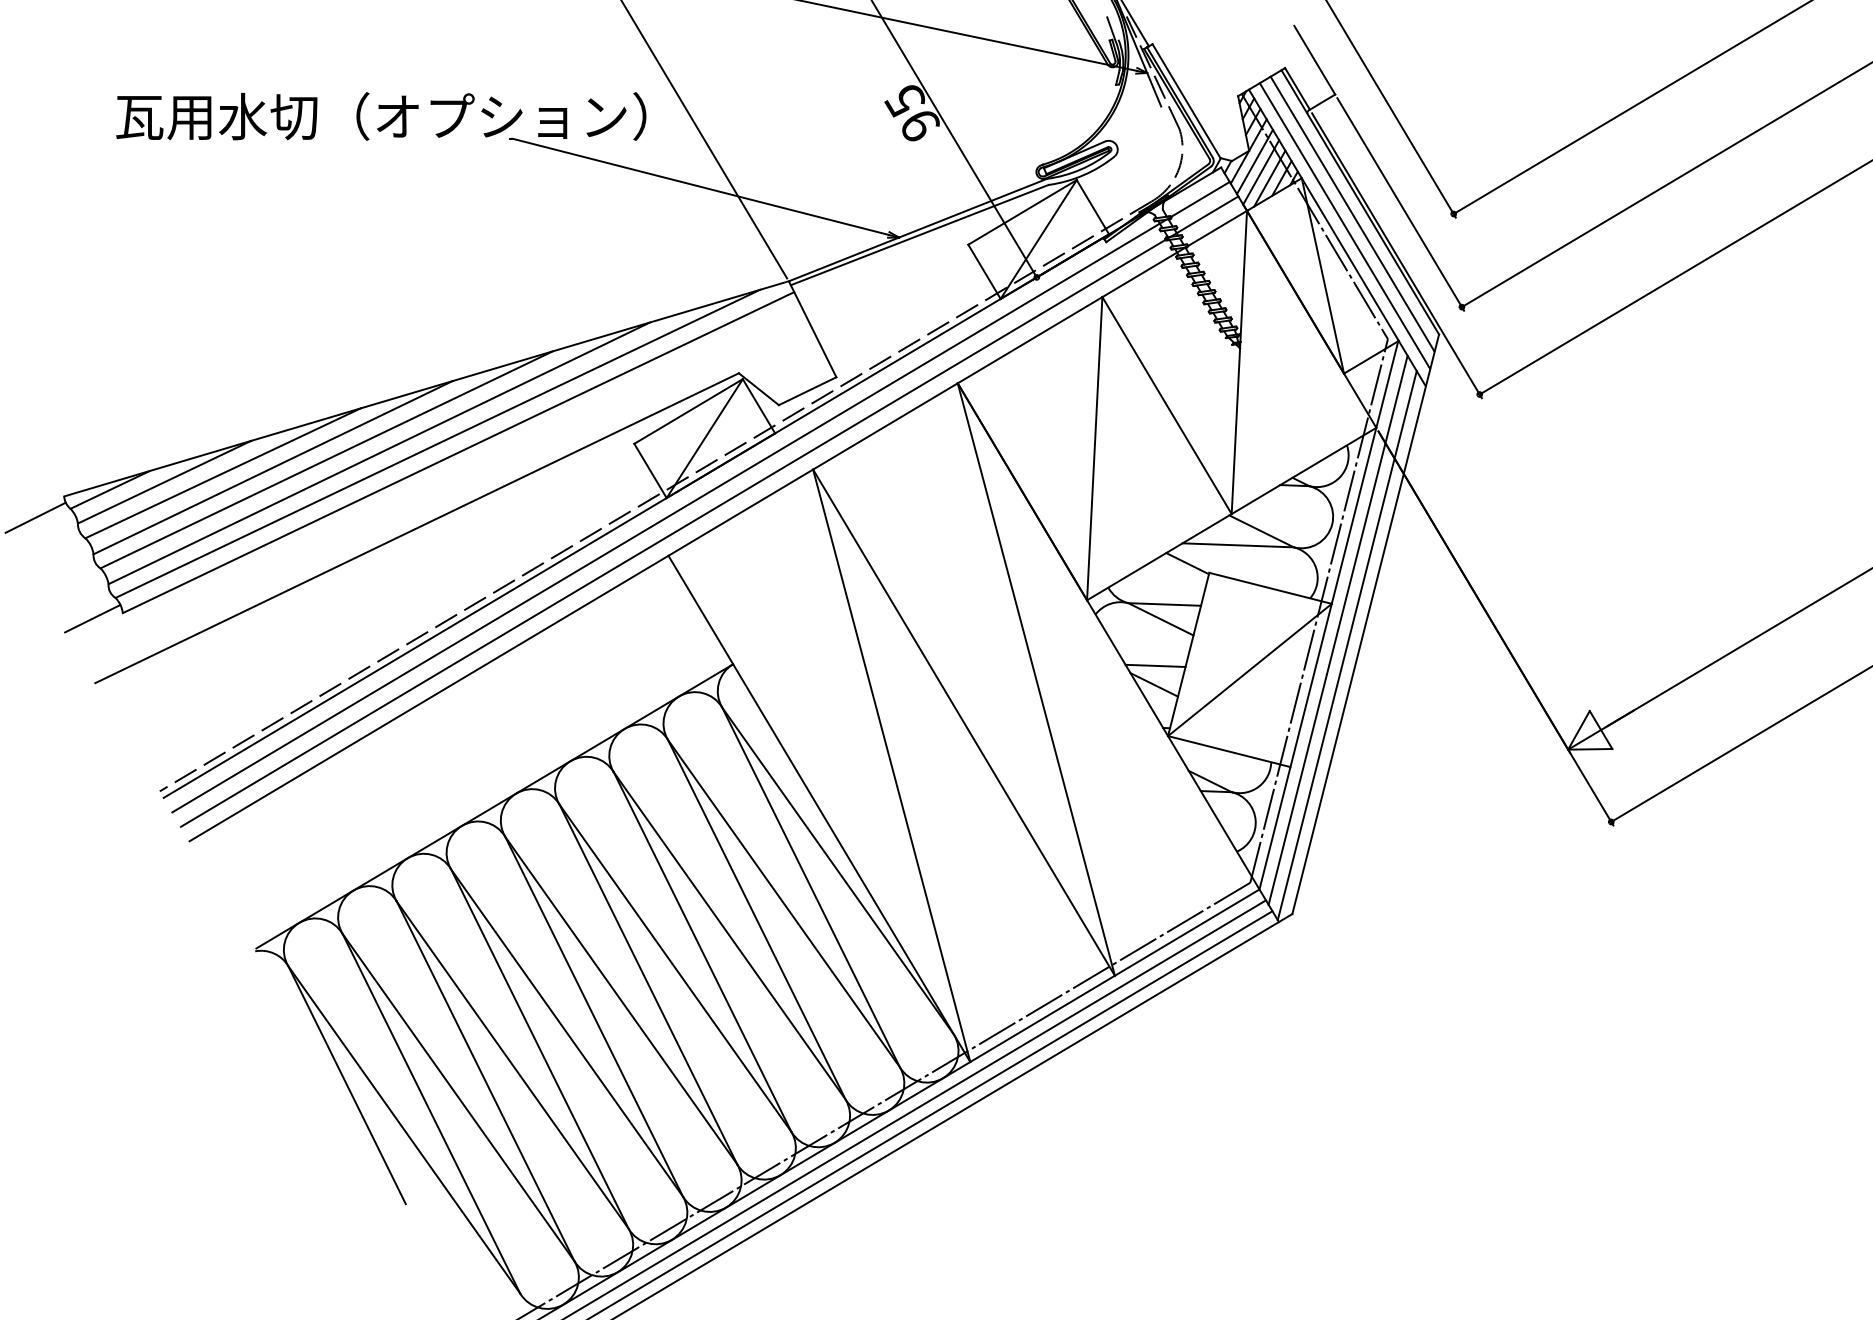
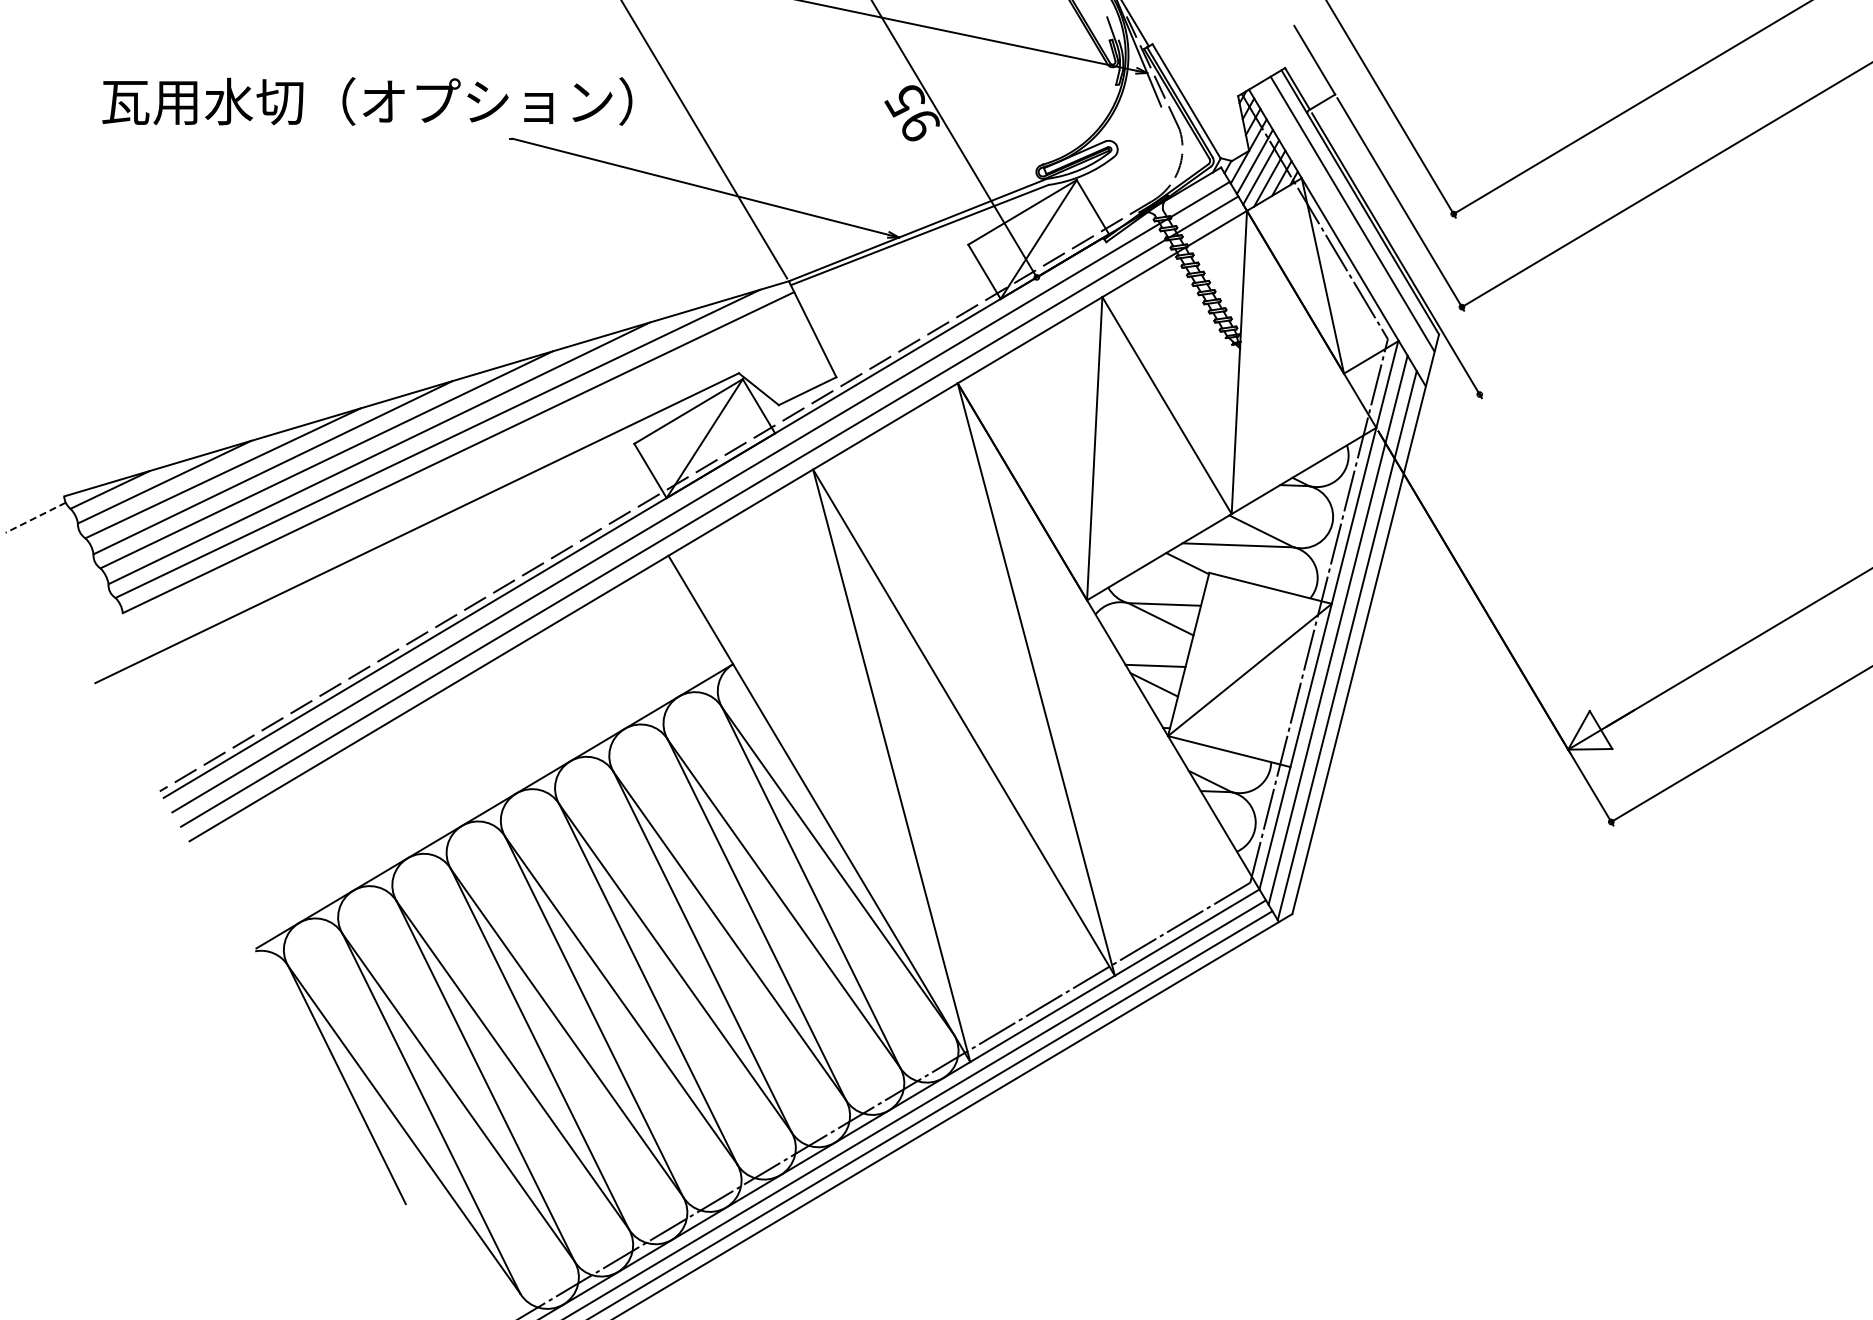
text at (381, 116) position: (381, 116) -> (367, 101)
line at (1344, 225): present -> none
line at (1674, 278): present -> none
line at (35, 517): solid -> dashed
line at (92, 618): present -> none
